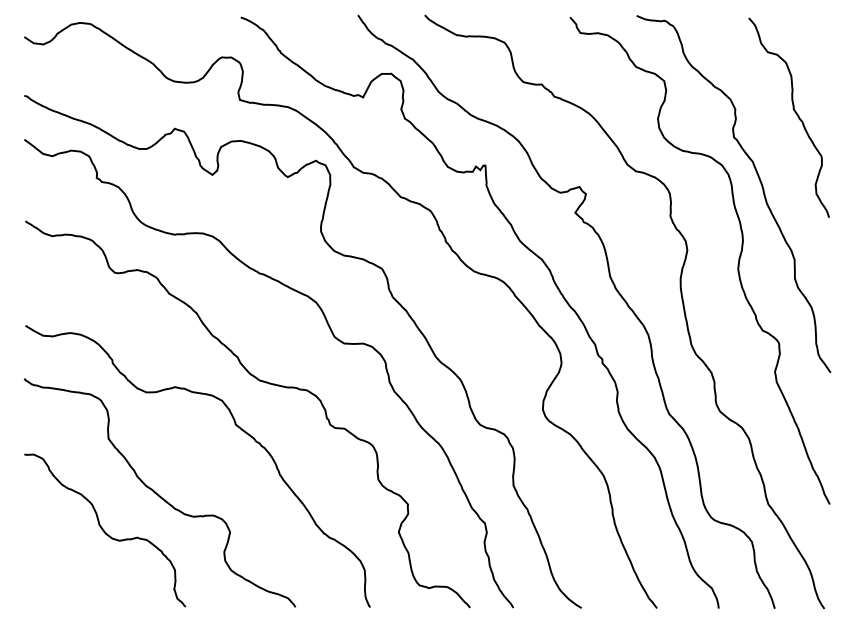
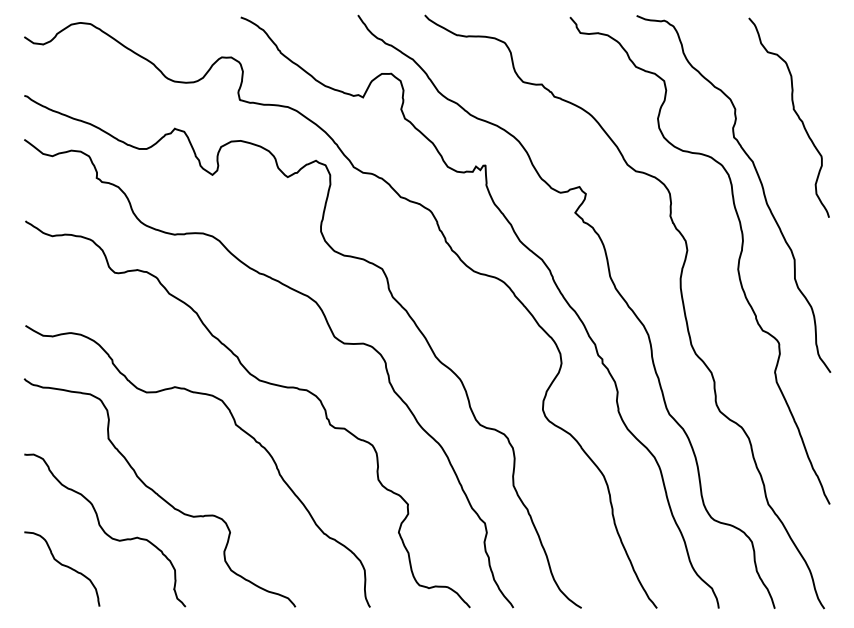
curve at (63, 566): none -> present
